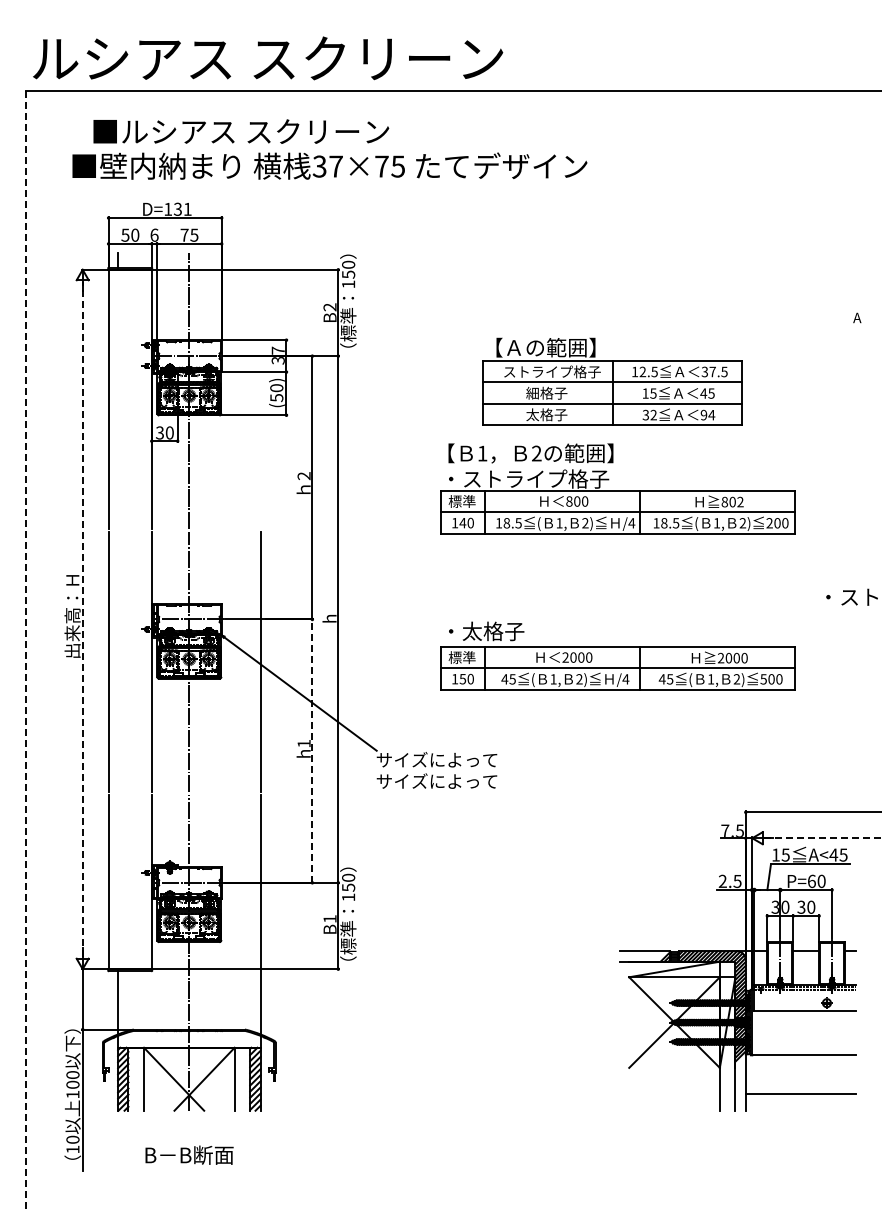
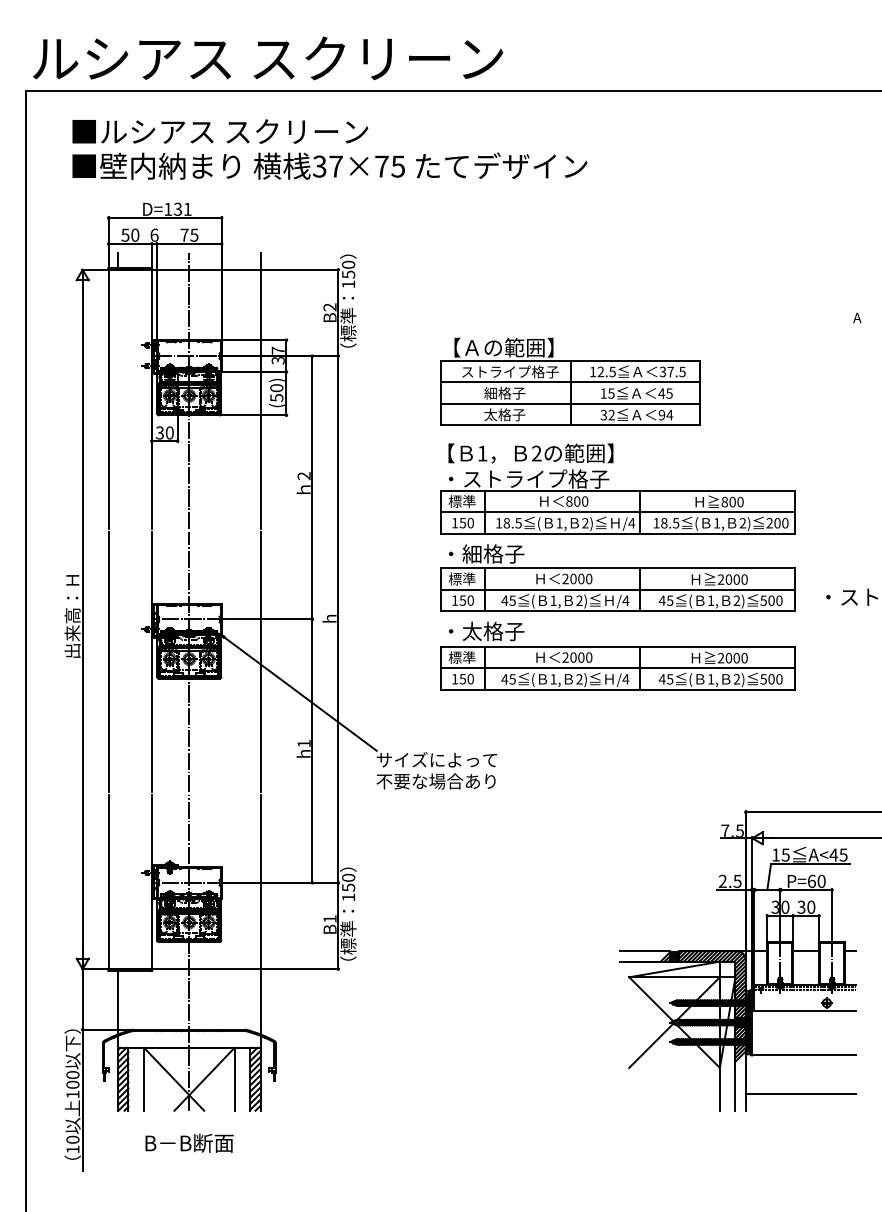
text at (241, 131) position: (241, 131) -> (220, 131)
part at (612, 381) position: (612, 381) -> (570, 381)
line at (260, 391): none -> present
text at (740, 502): 802 -> 800
text at (462, 523): 140 -> 150
part at (617, 577): none -> present
line at (82, 619): dashed -> solid
line at (26, 652): dashed -> solid
line at (312, 751): dashed -> solid
text at (436, 781): サイズによって -> 不要な場合あり
line at (823, 838): dashed -> solid
text at (189, 1154) position: (189, 1154) -> (189, 1142)
